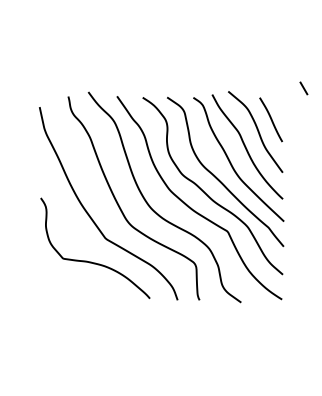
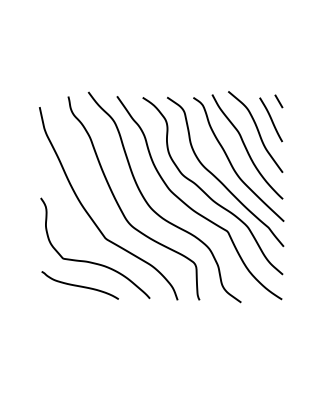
line at (303, 88) position: (303, 88) -> (278, 101)
curve at (79, 285): none -> present
